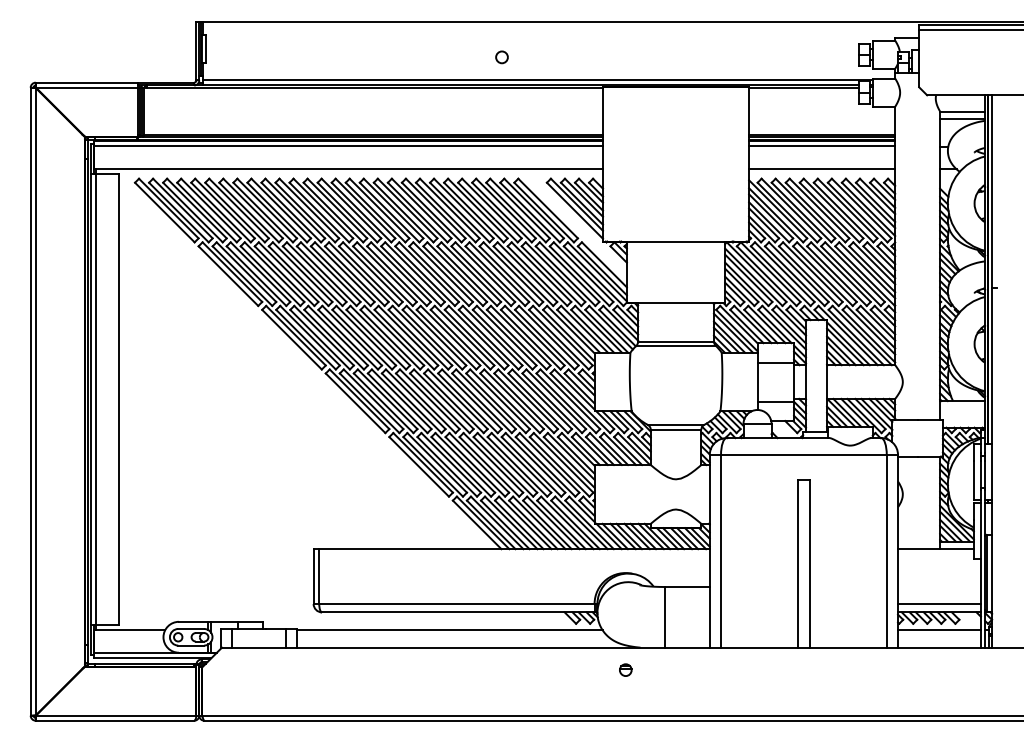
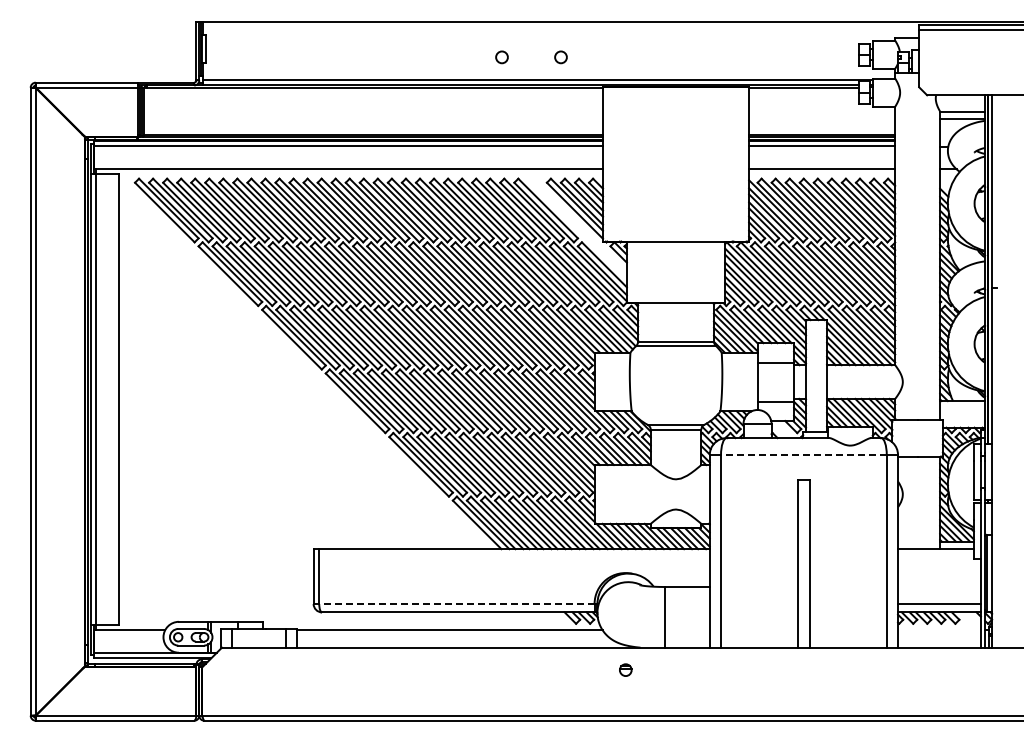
circle at (560, 57): none -> present
line at (803, 454): solid -> dashed
line at (456, 603): solid -> dashed
line at (939, 630): present -> none
